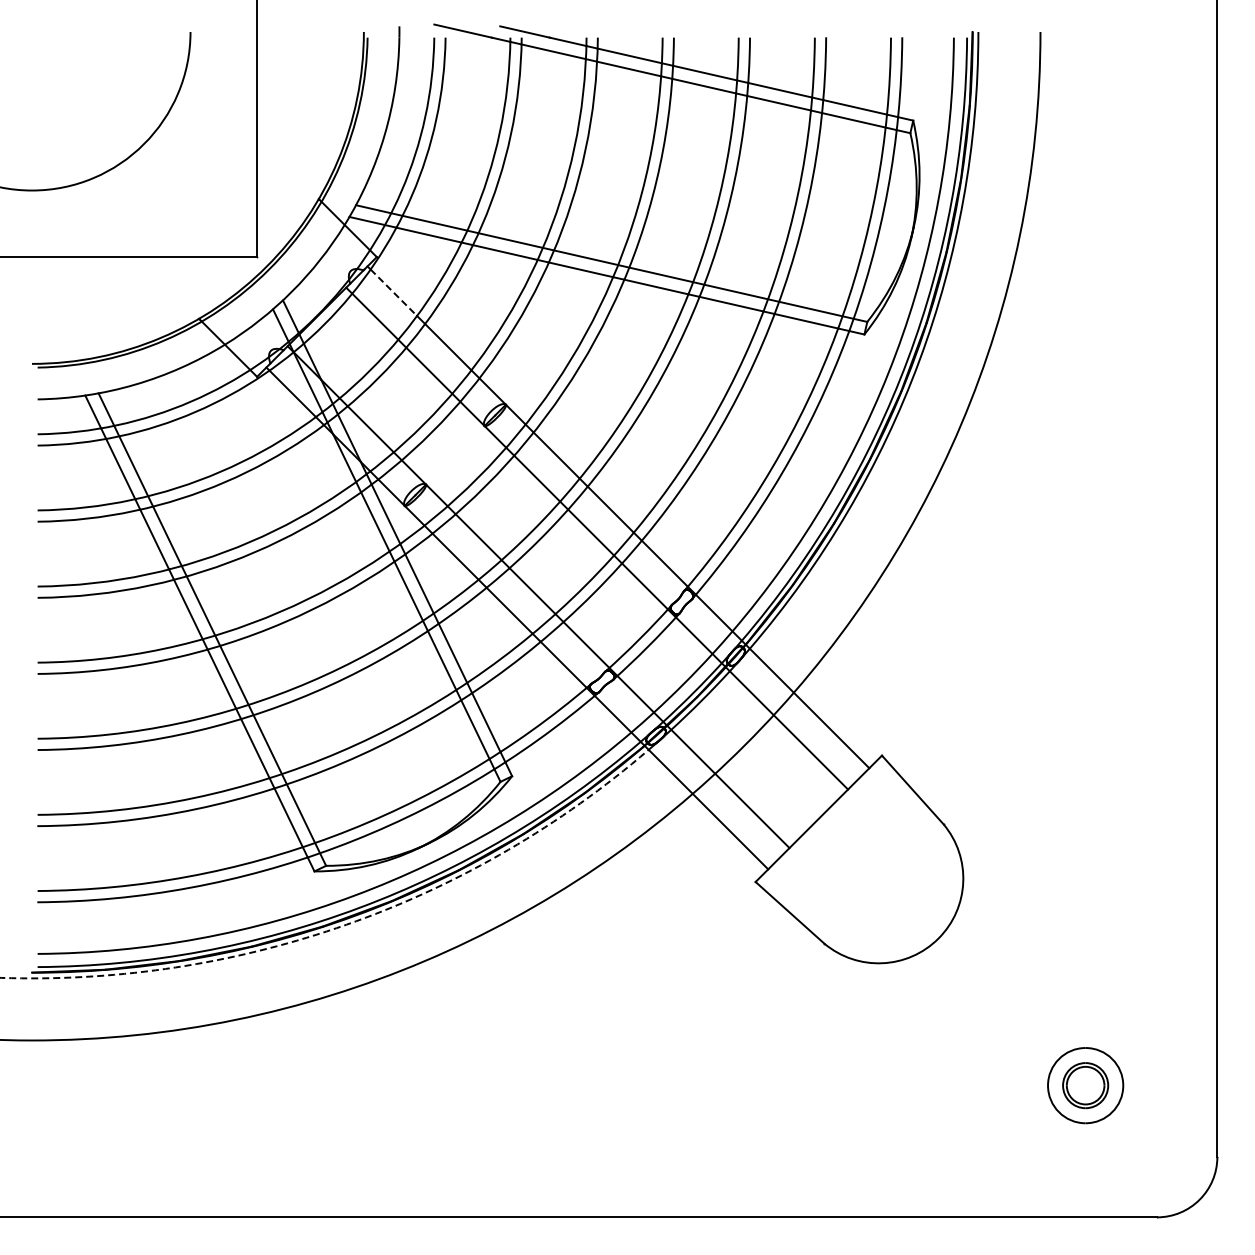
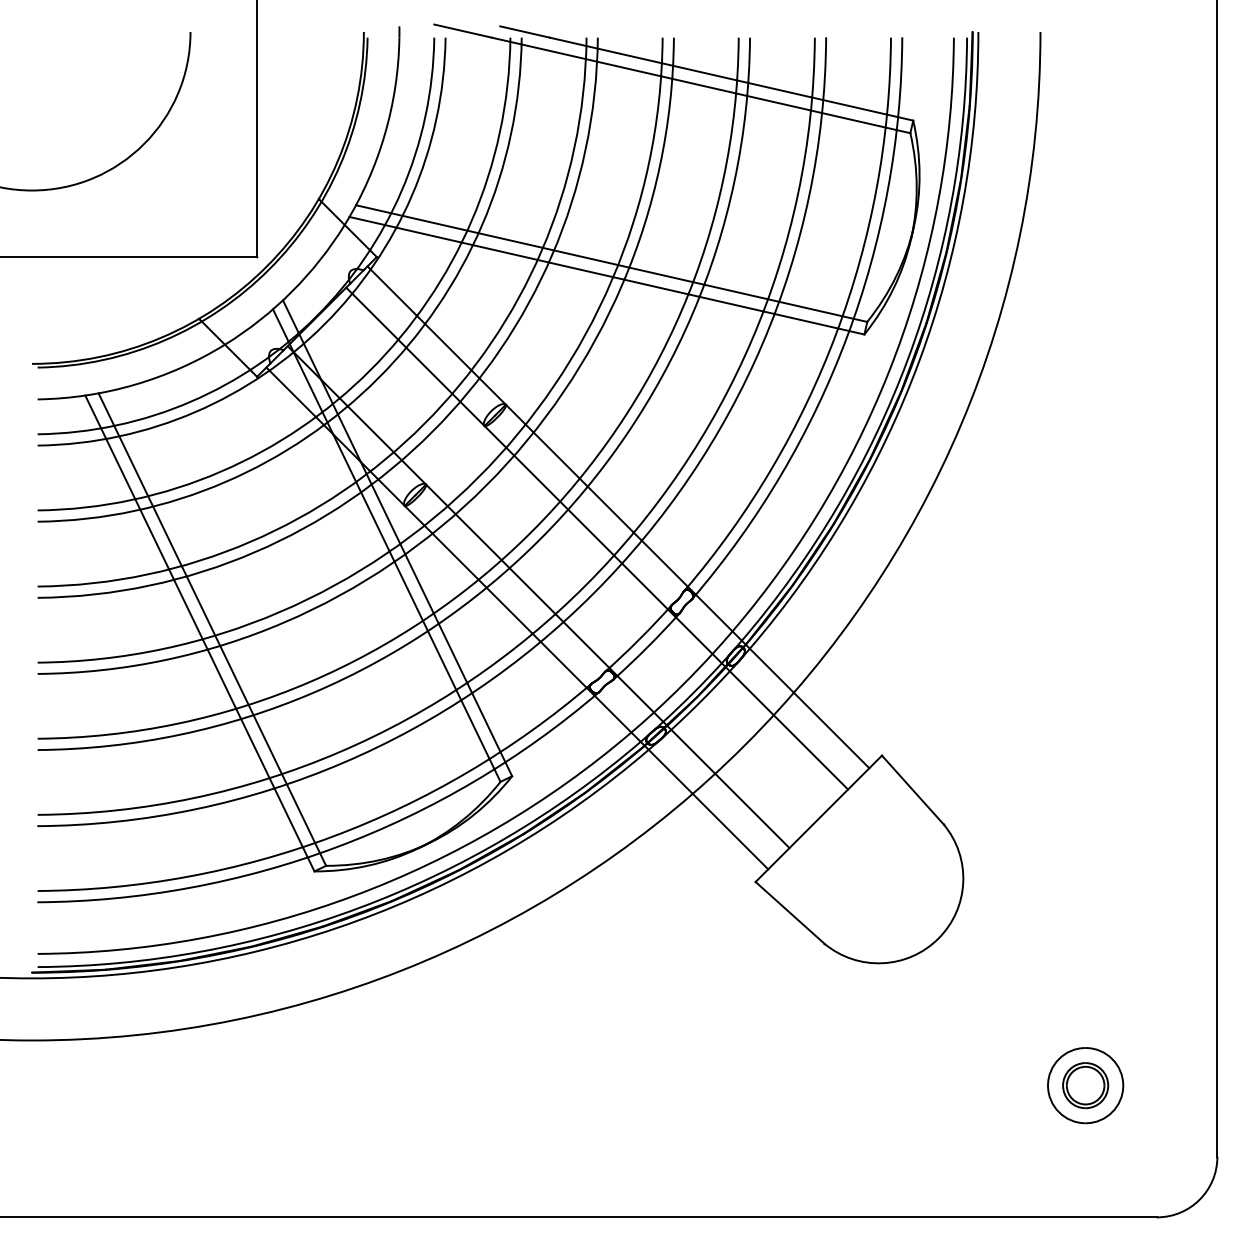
line at (393, 292): dashed -> solid
arc at (346, 924): dashed -> solid
